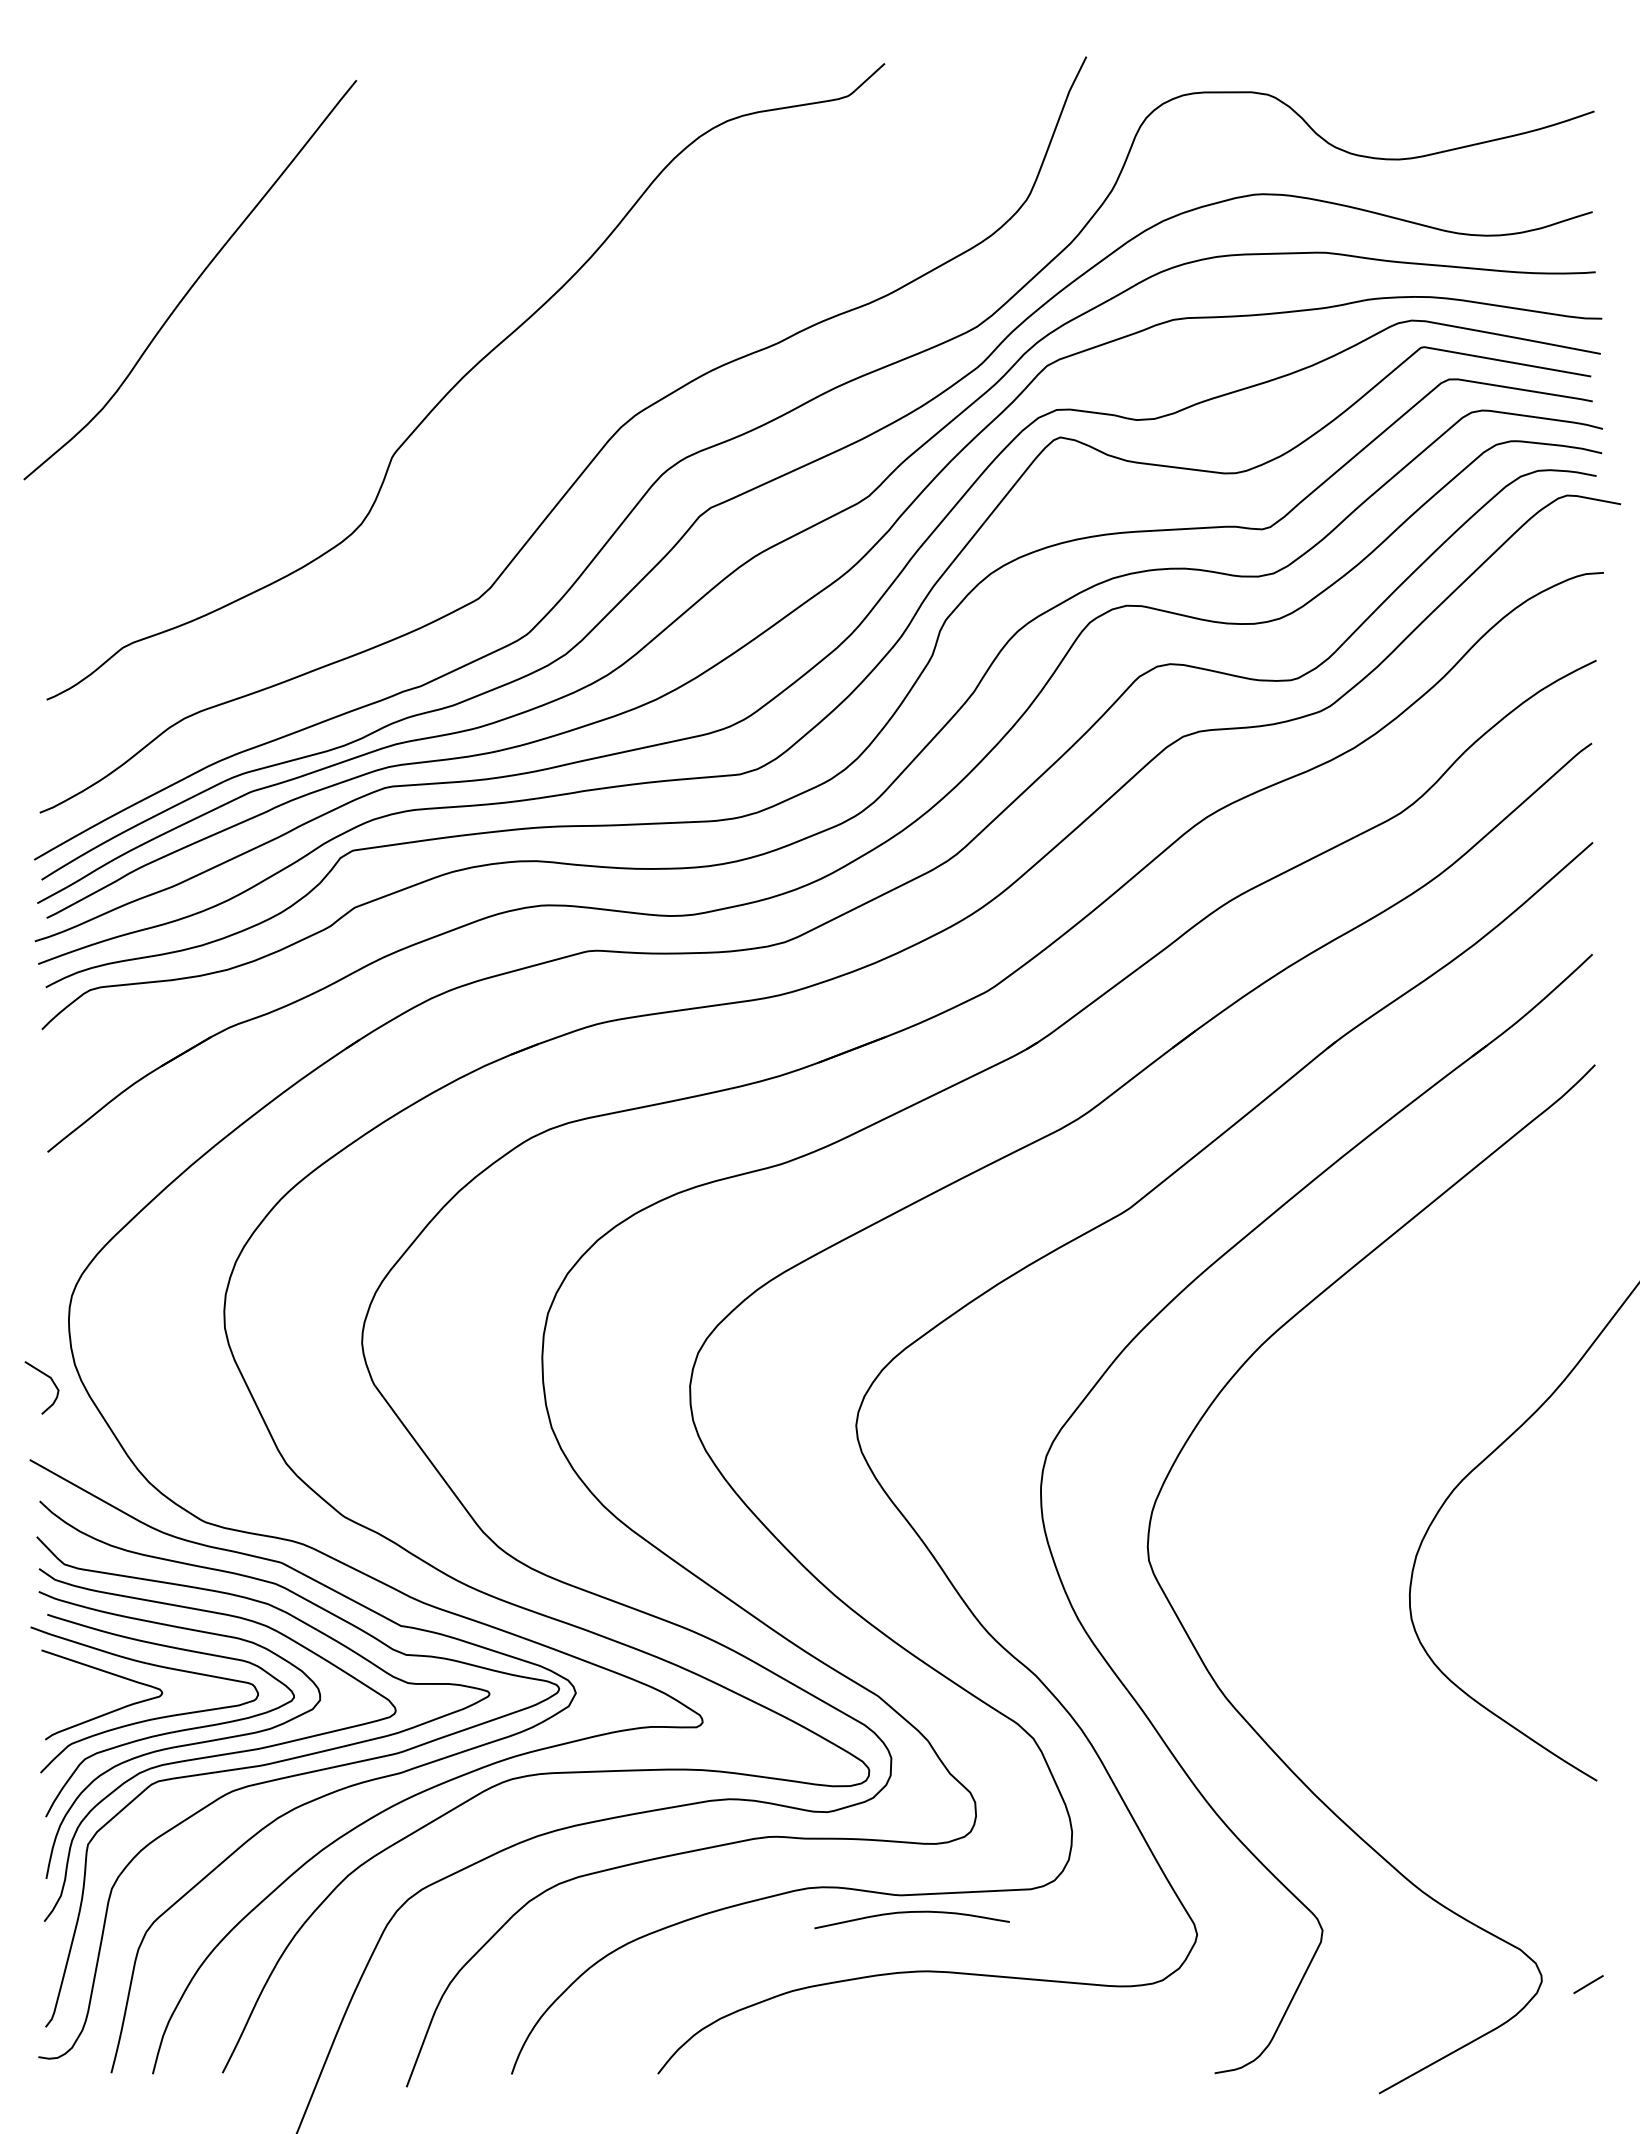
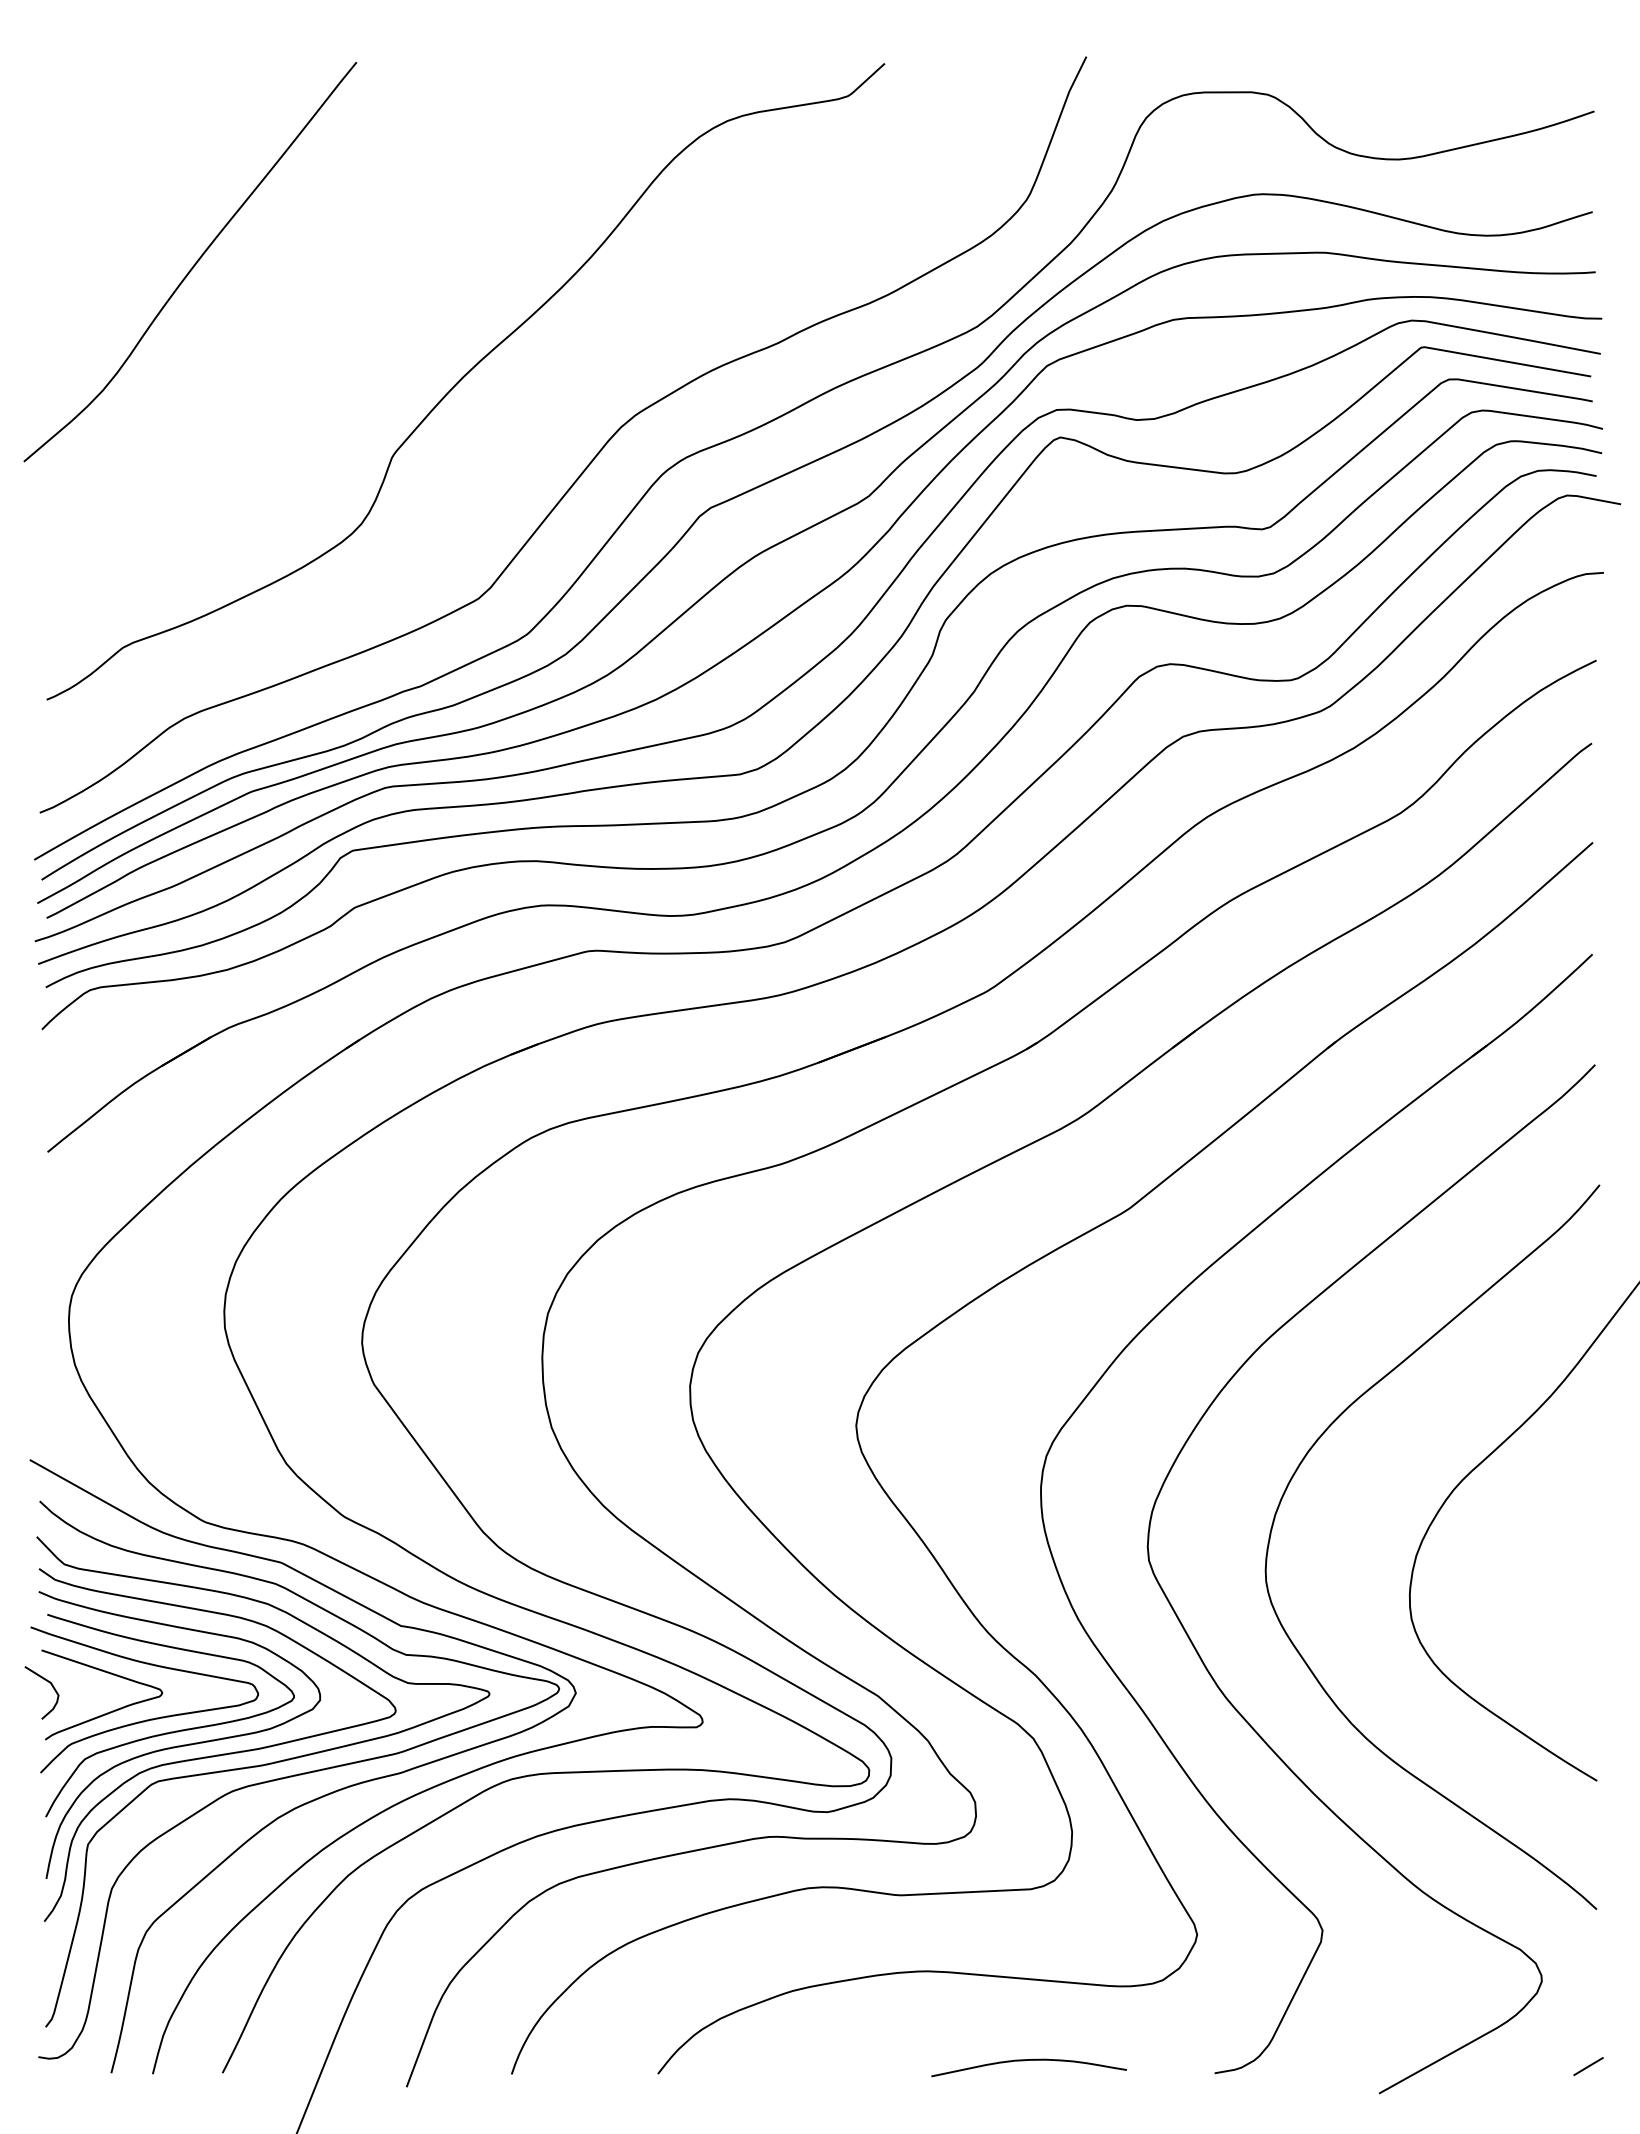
curve at (194, 281) position: (194, 281) -> (194, 263)
curve at (49, 1378) position: (49, 1378) -> (49, 1683)
curve at (1299, 1467): none -> present
curve at (911, 1912) position: (911, 1912) -> (1028, 2060)
line at (1588, 1984) position: (1588, 1984) -> (1588, 2066)
